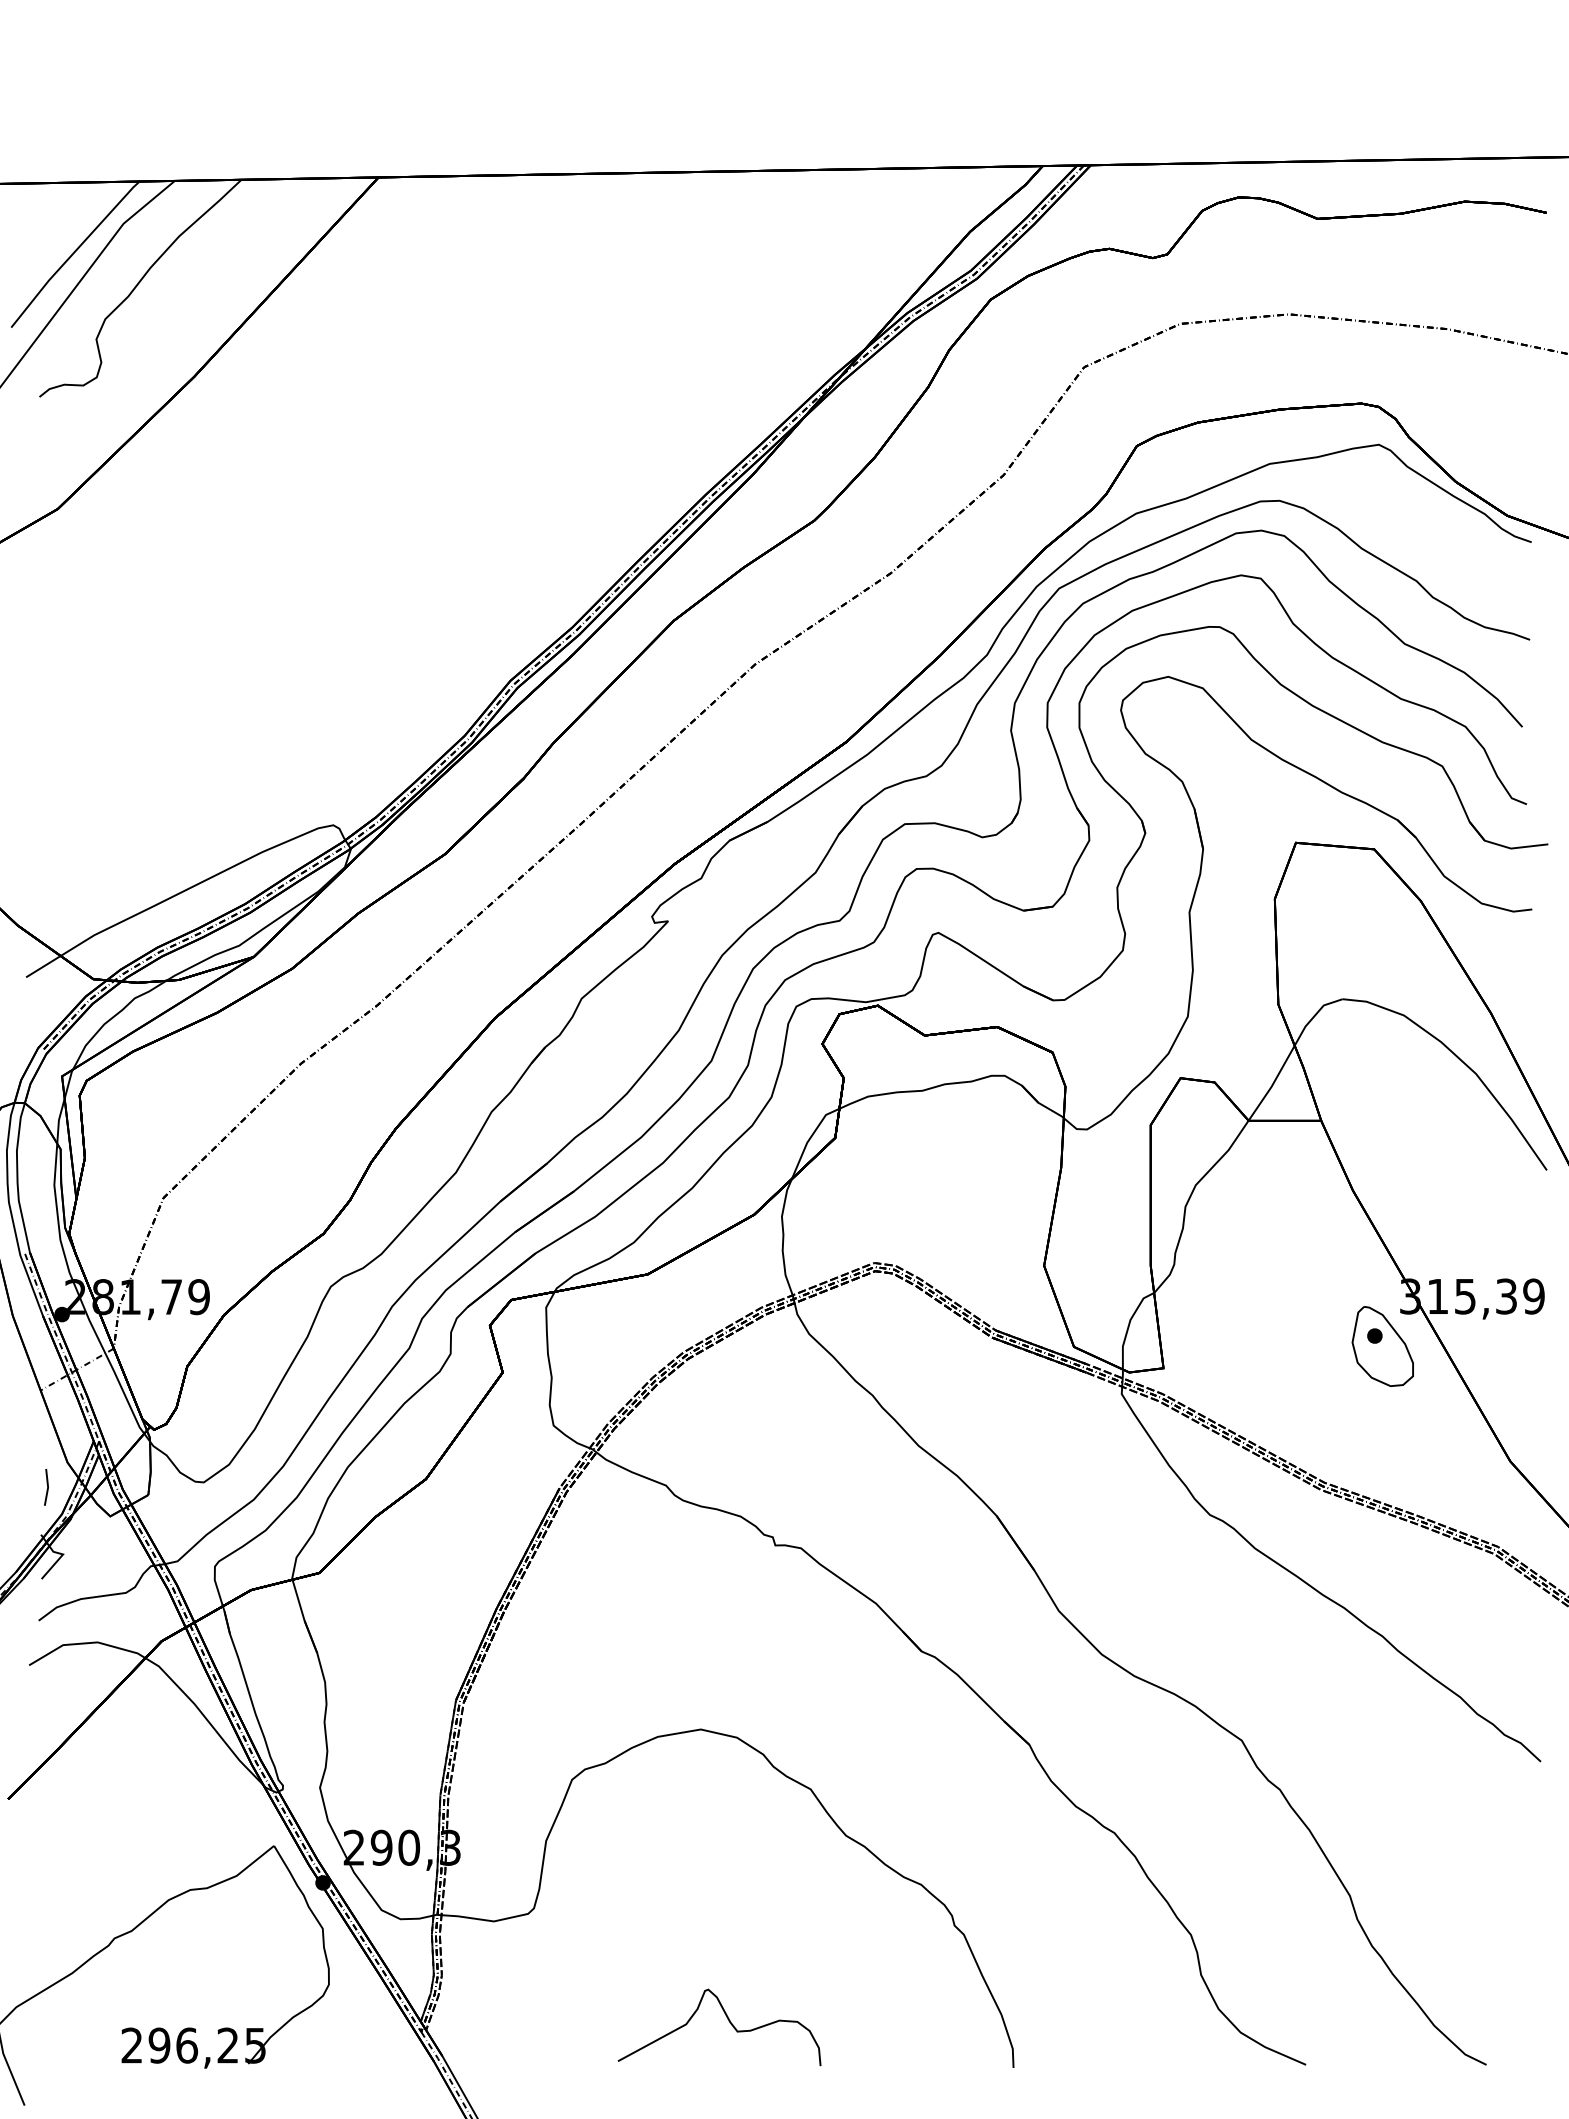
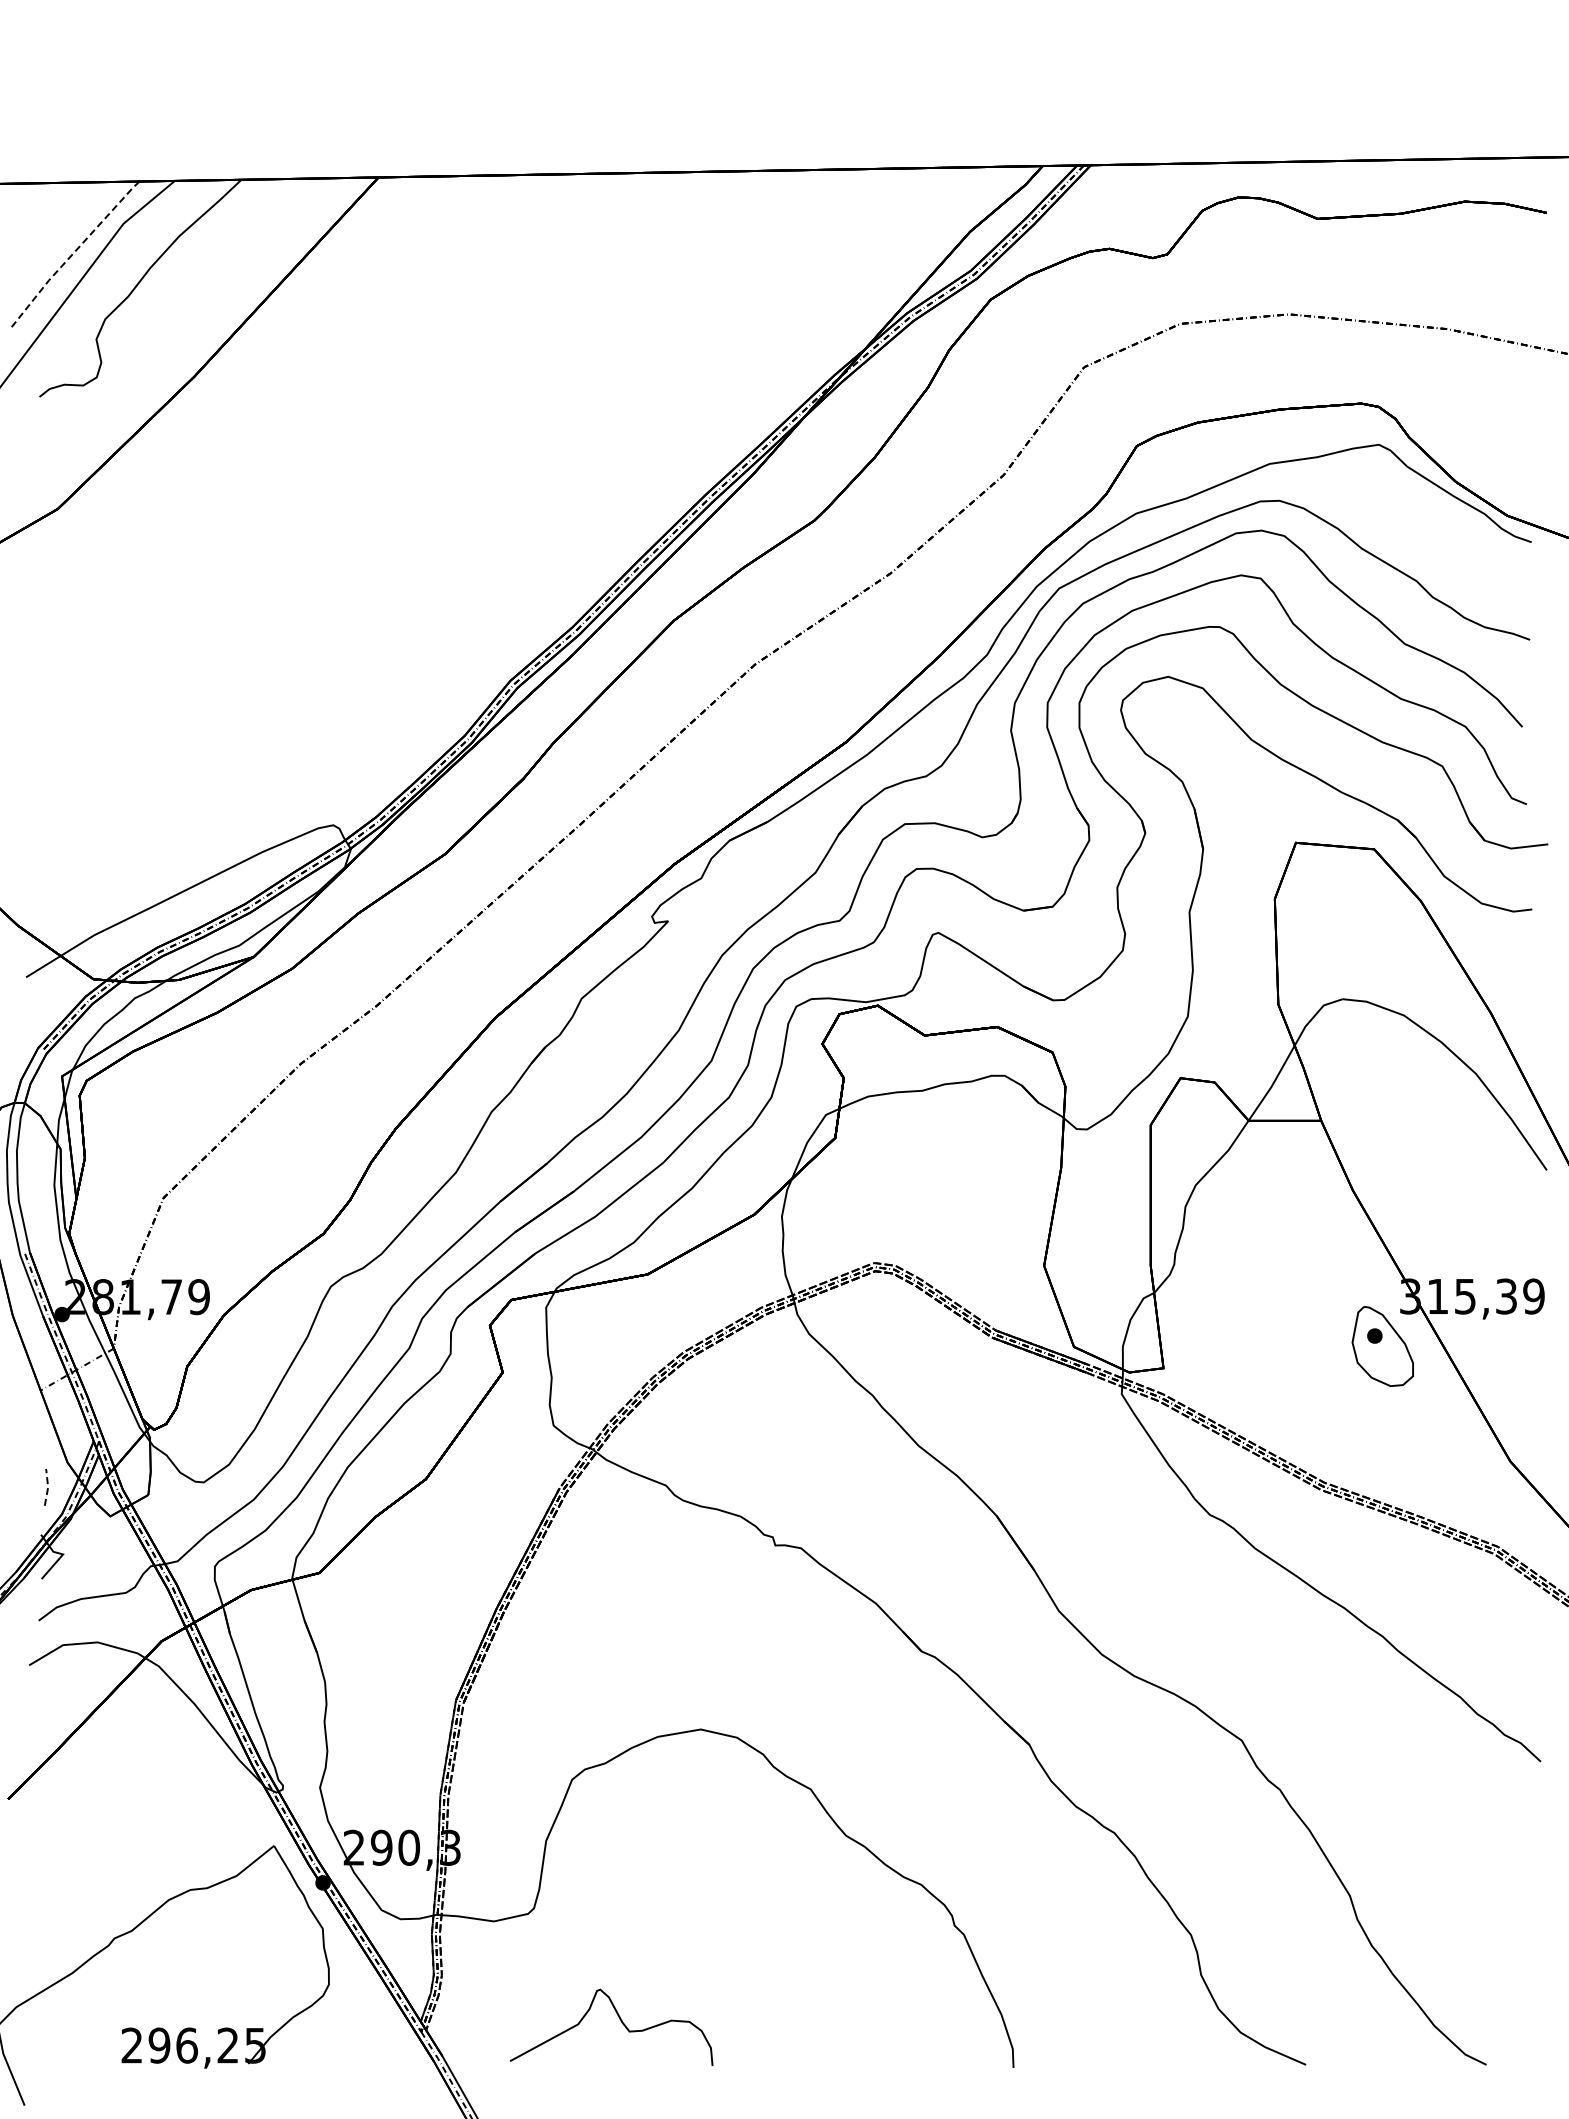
line at (73, 253): solid -> dashed
line at (48, 1487): solid -> dashed
curve at (728, 2021) position: (728, 2021) -> (620, 2021)
